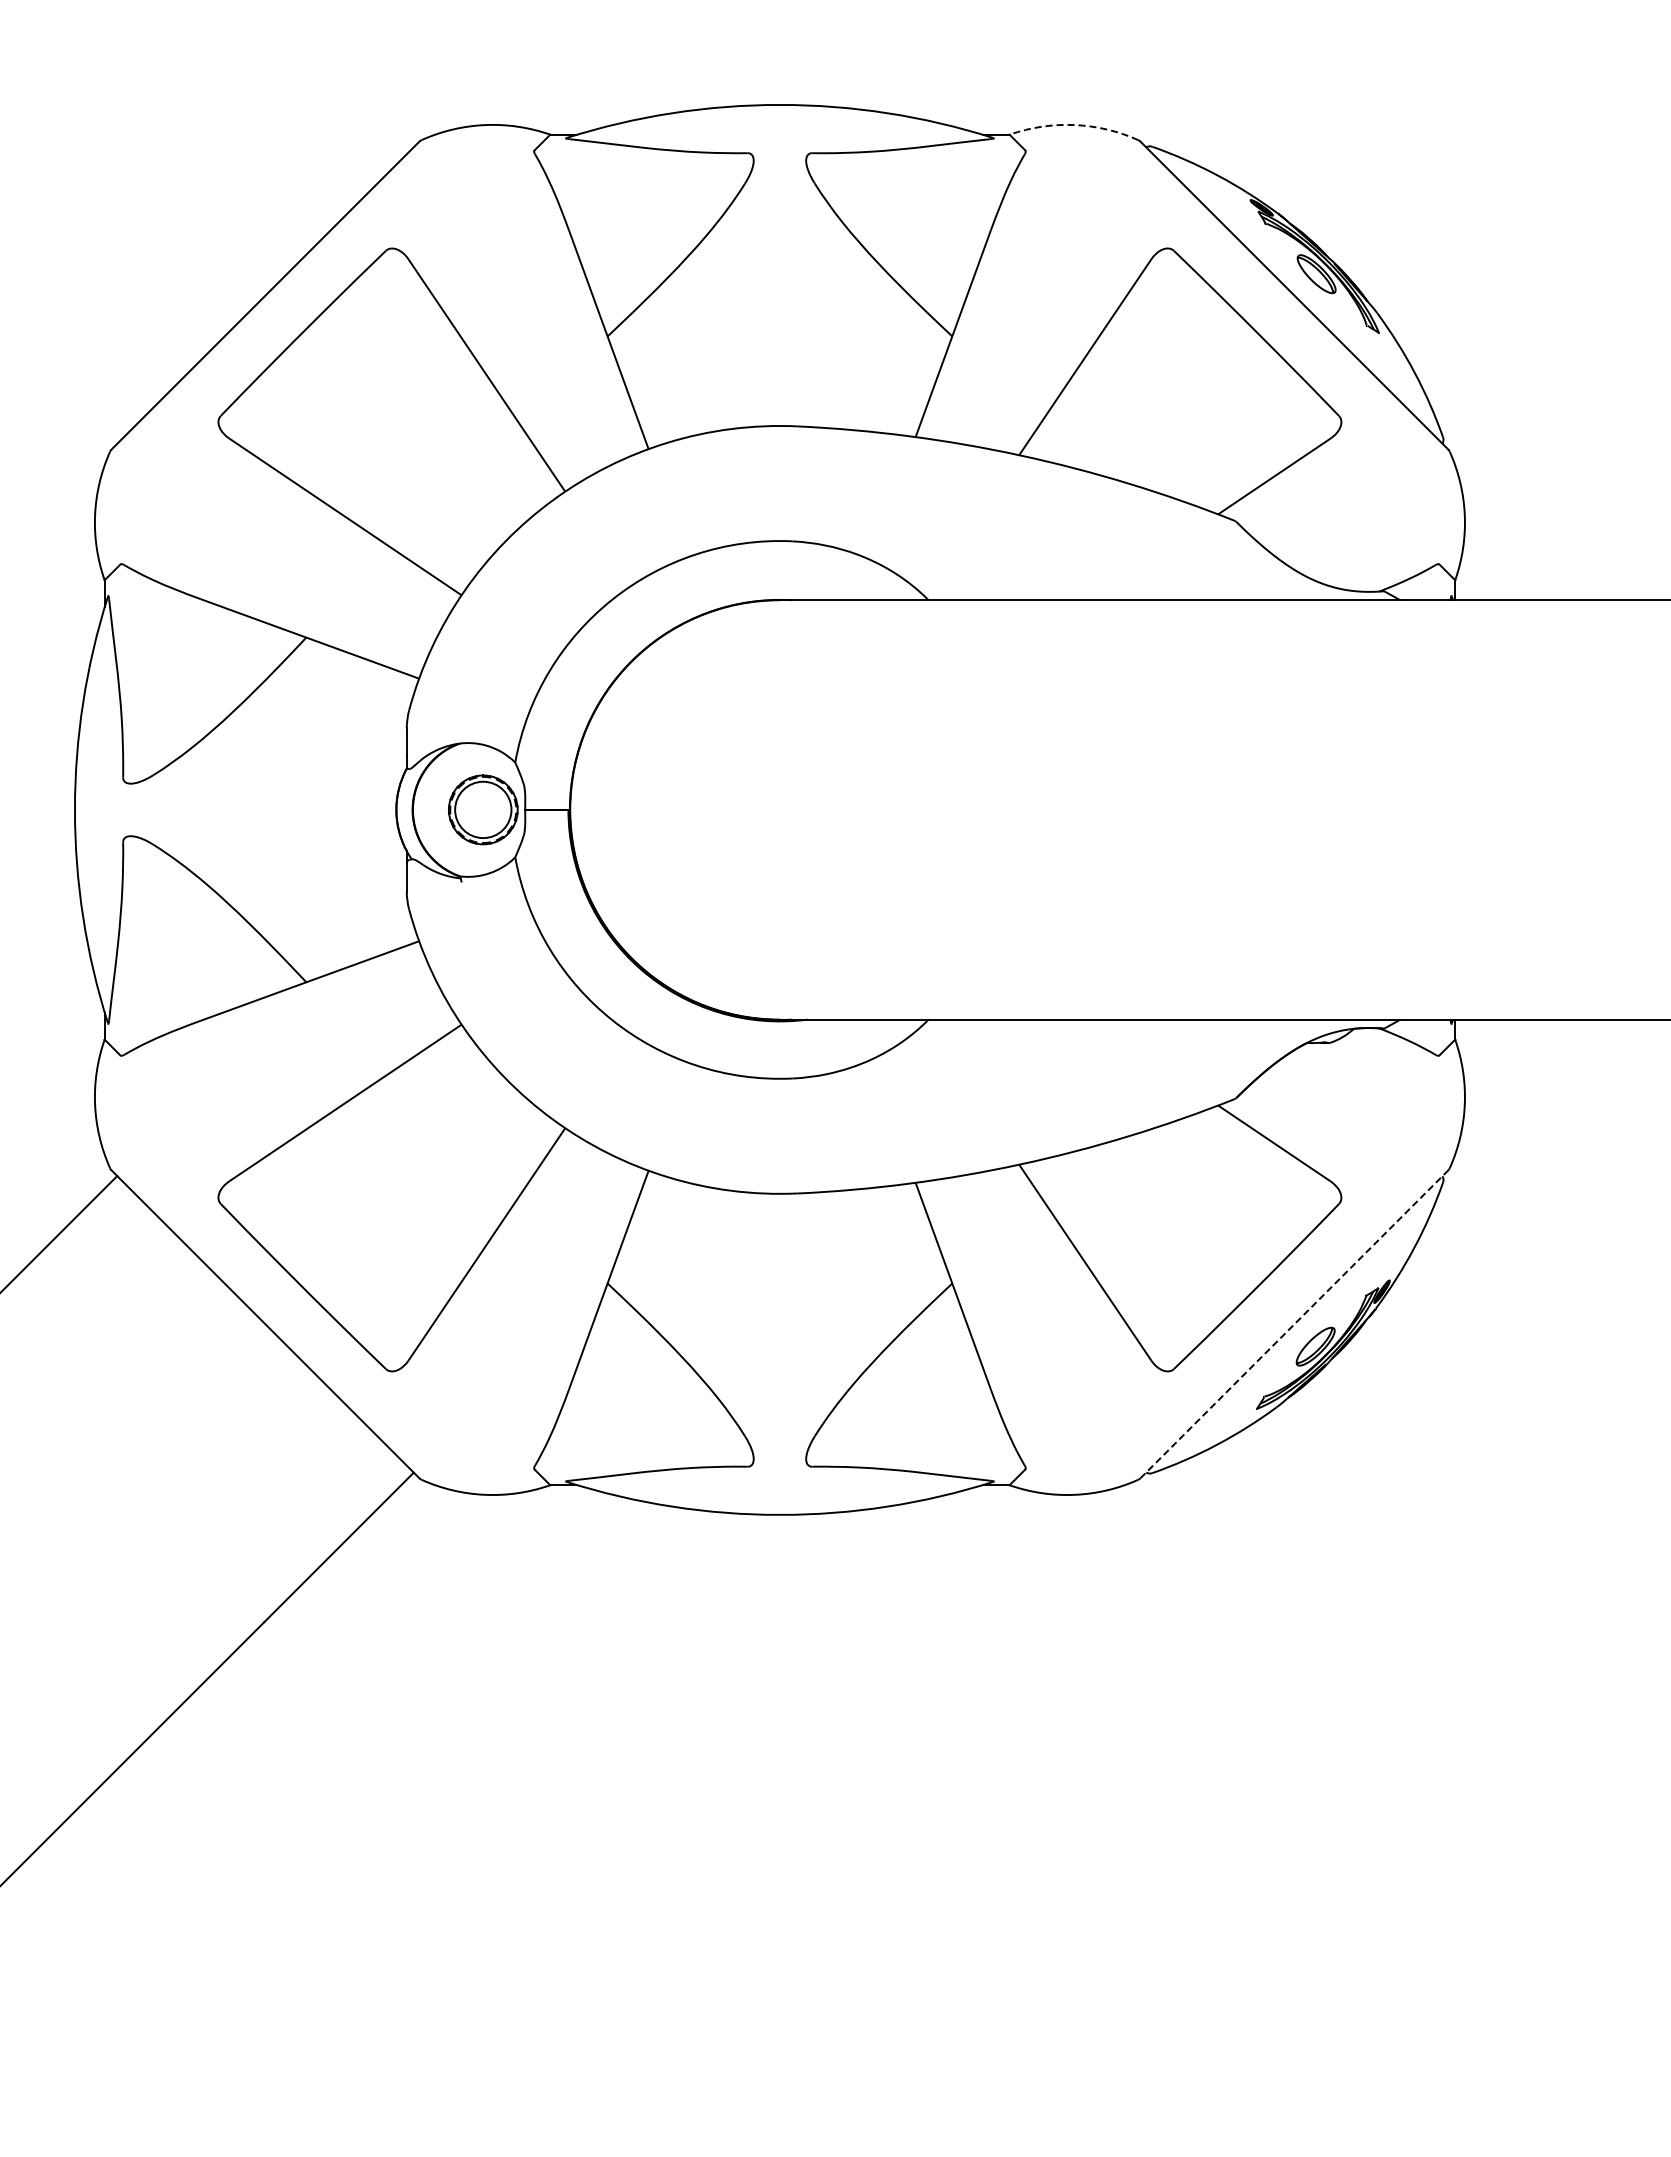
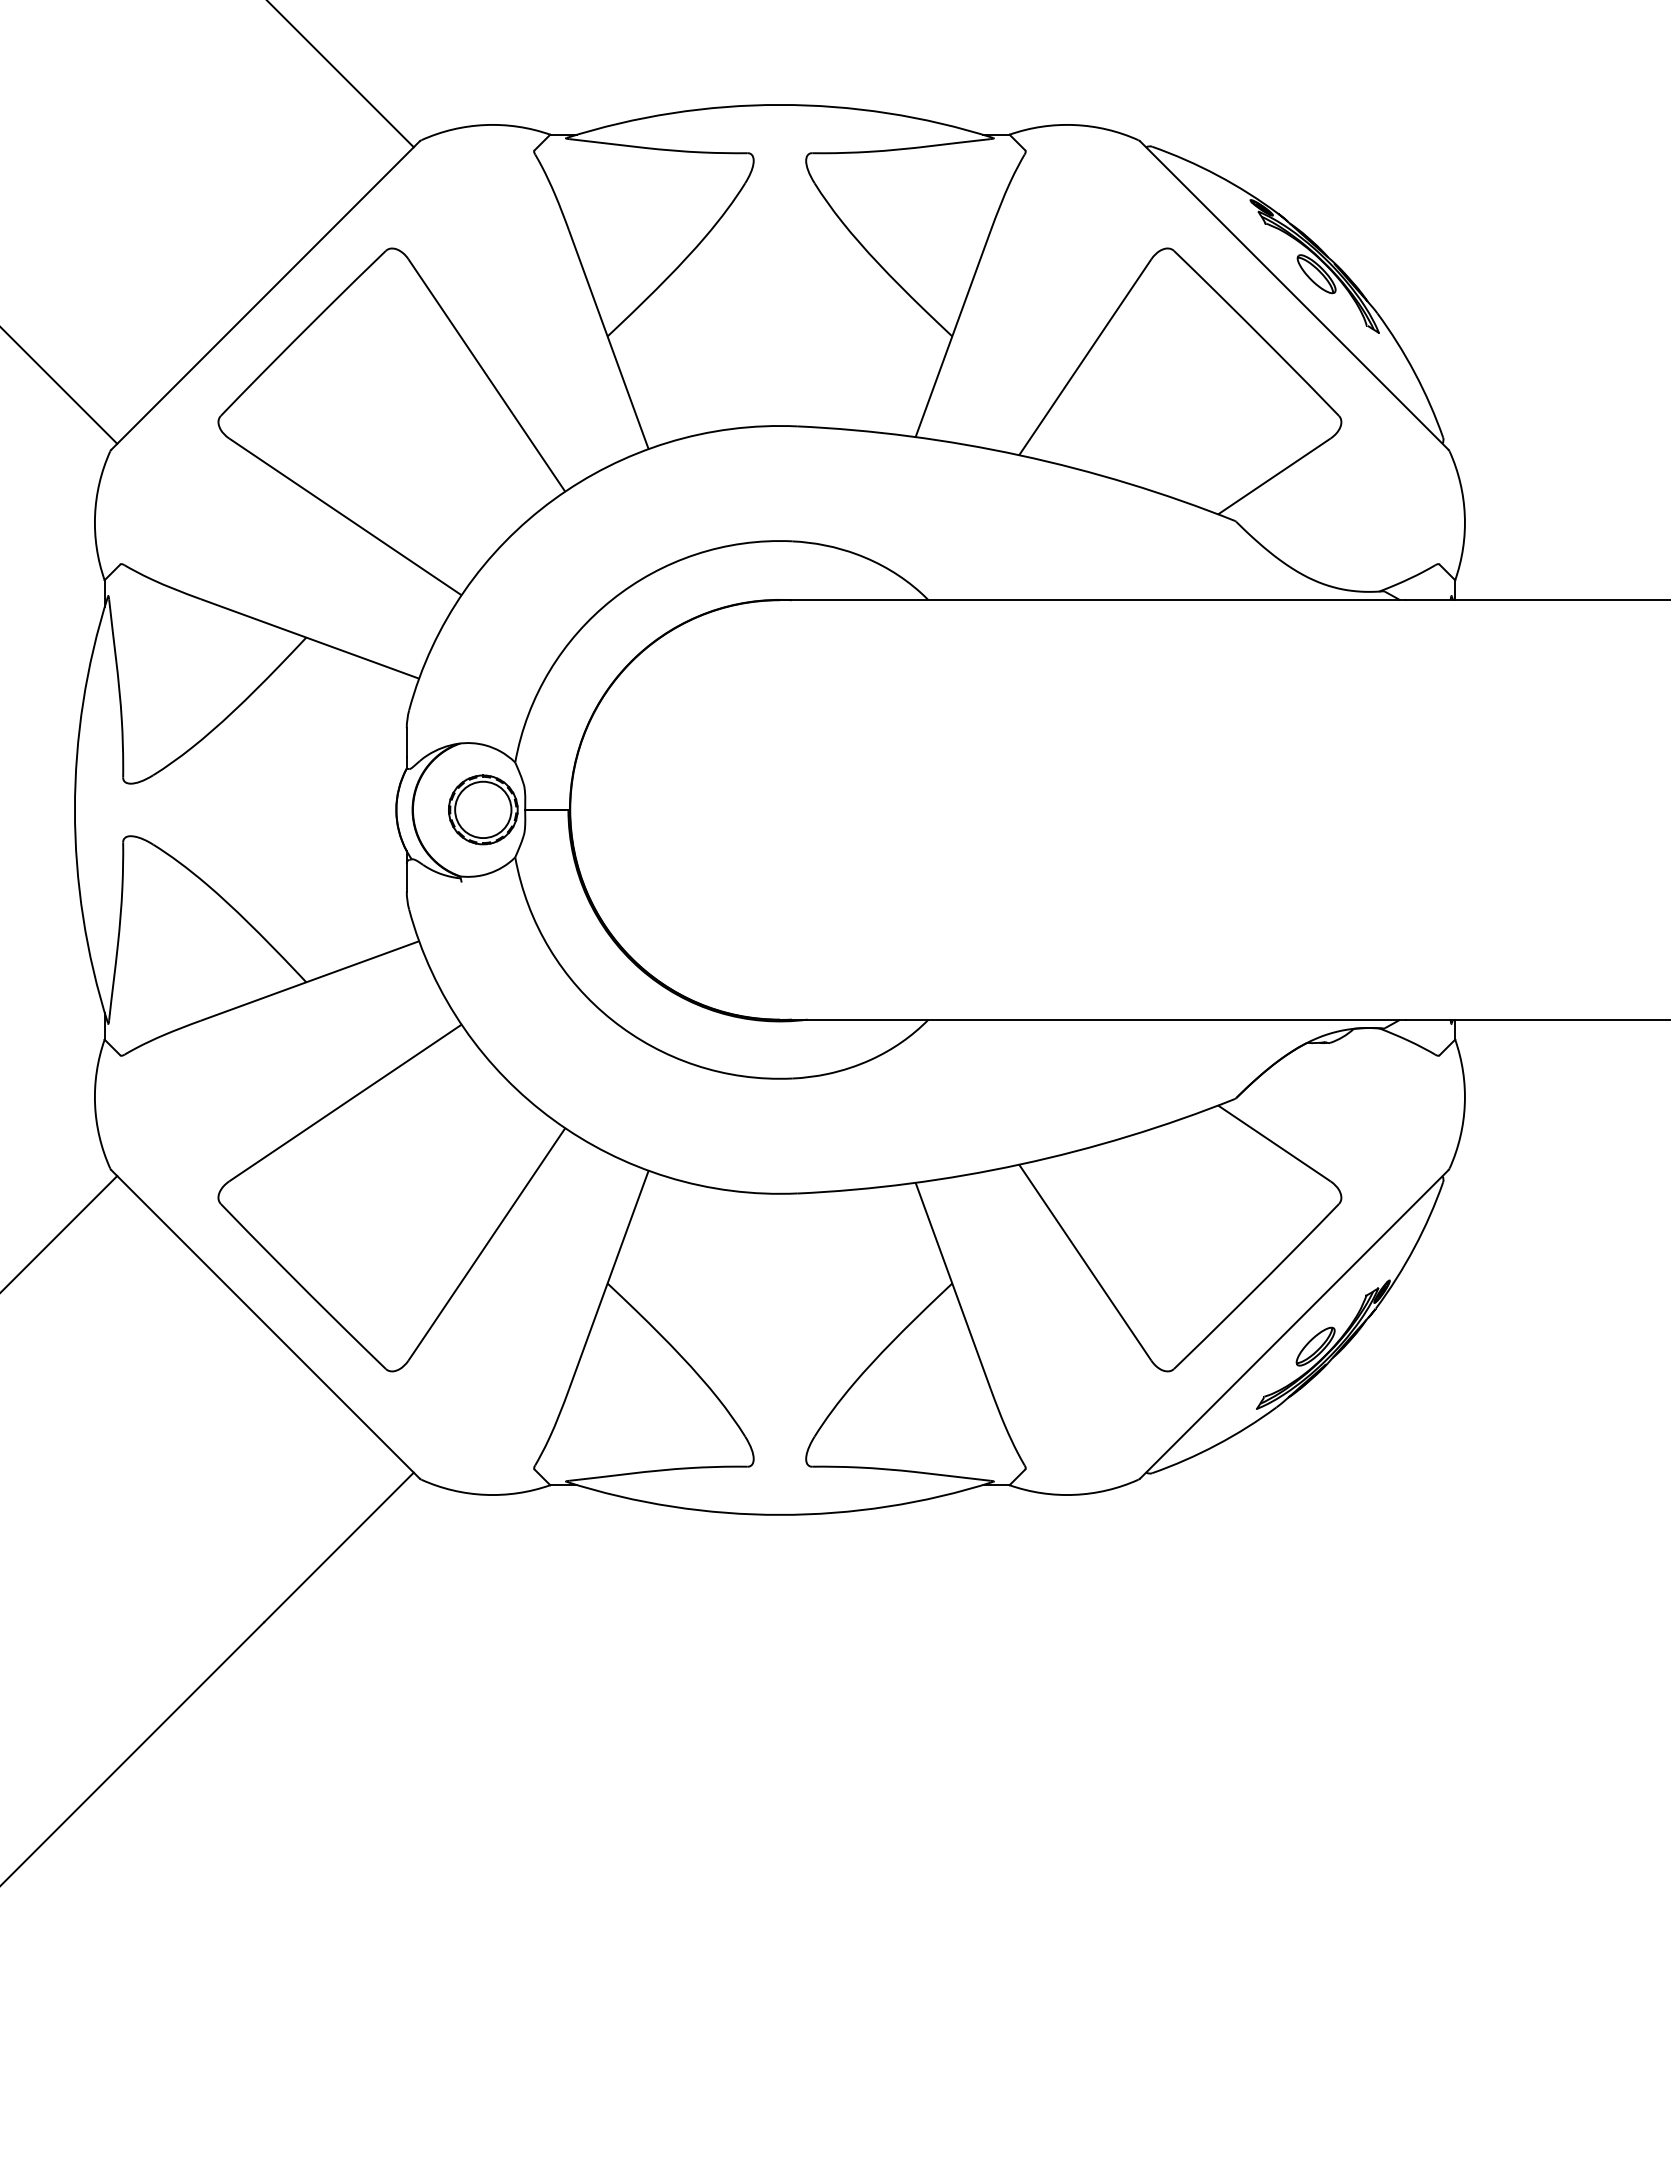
line at (340, 74): none -> present
arc at (1074, 125): dashed -> solid
line at (59, 385): none -> present
line at (1294, 1324): dashed -> solid
